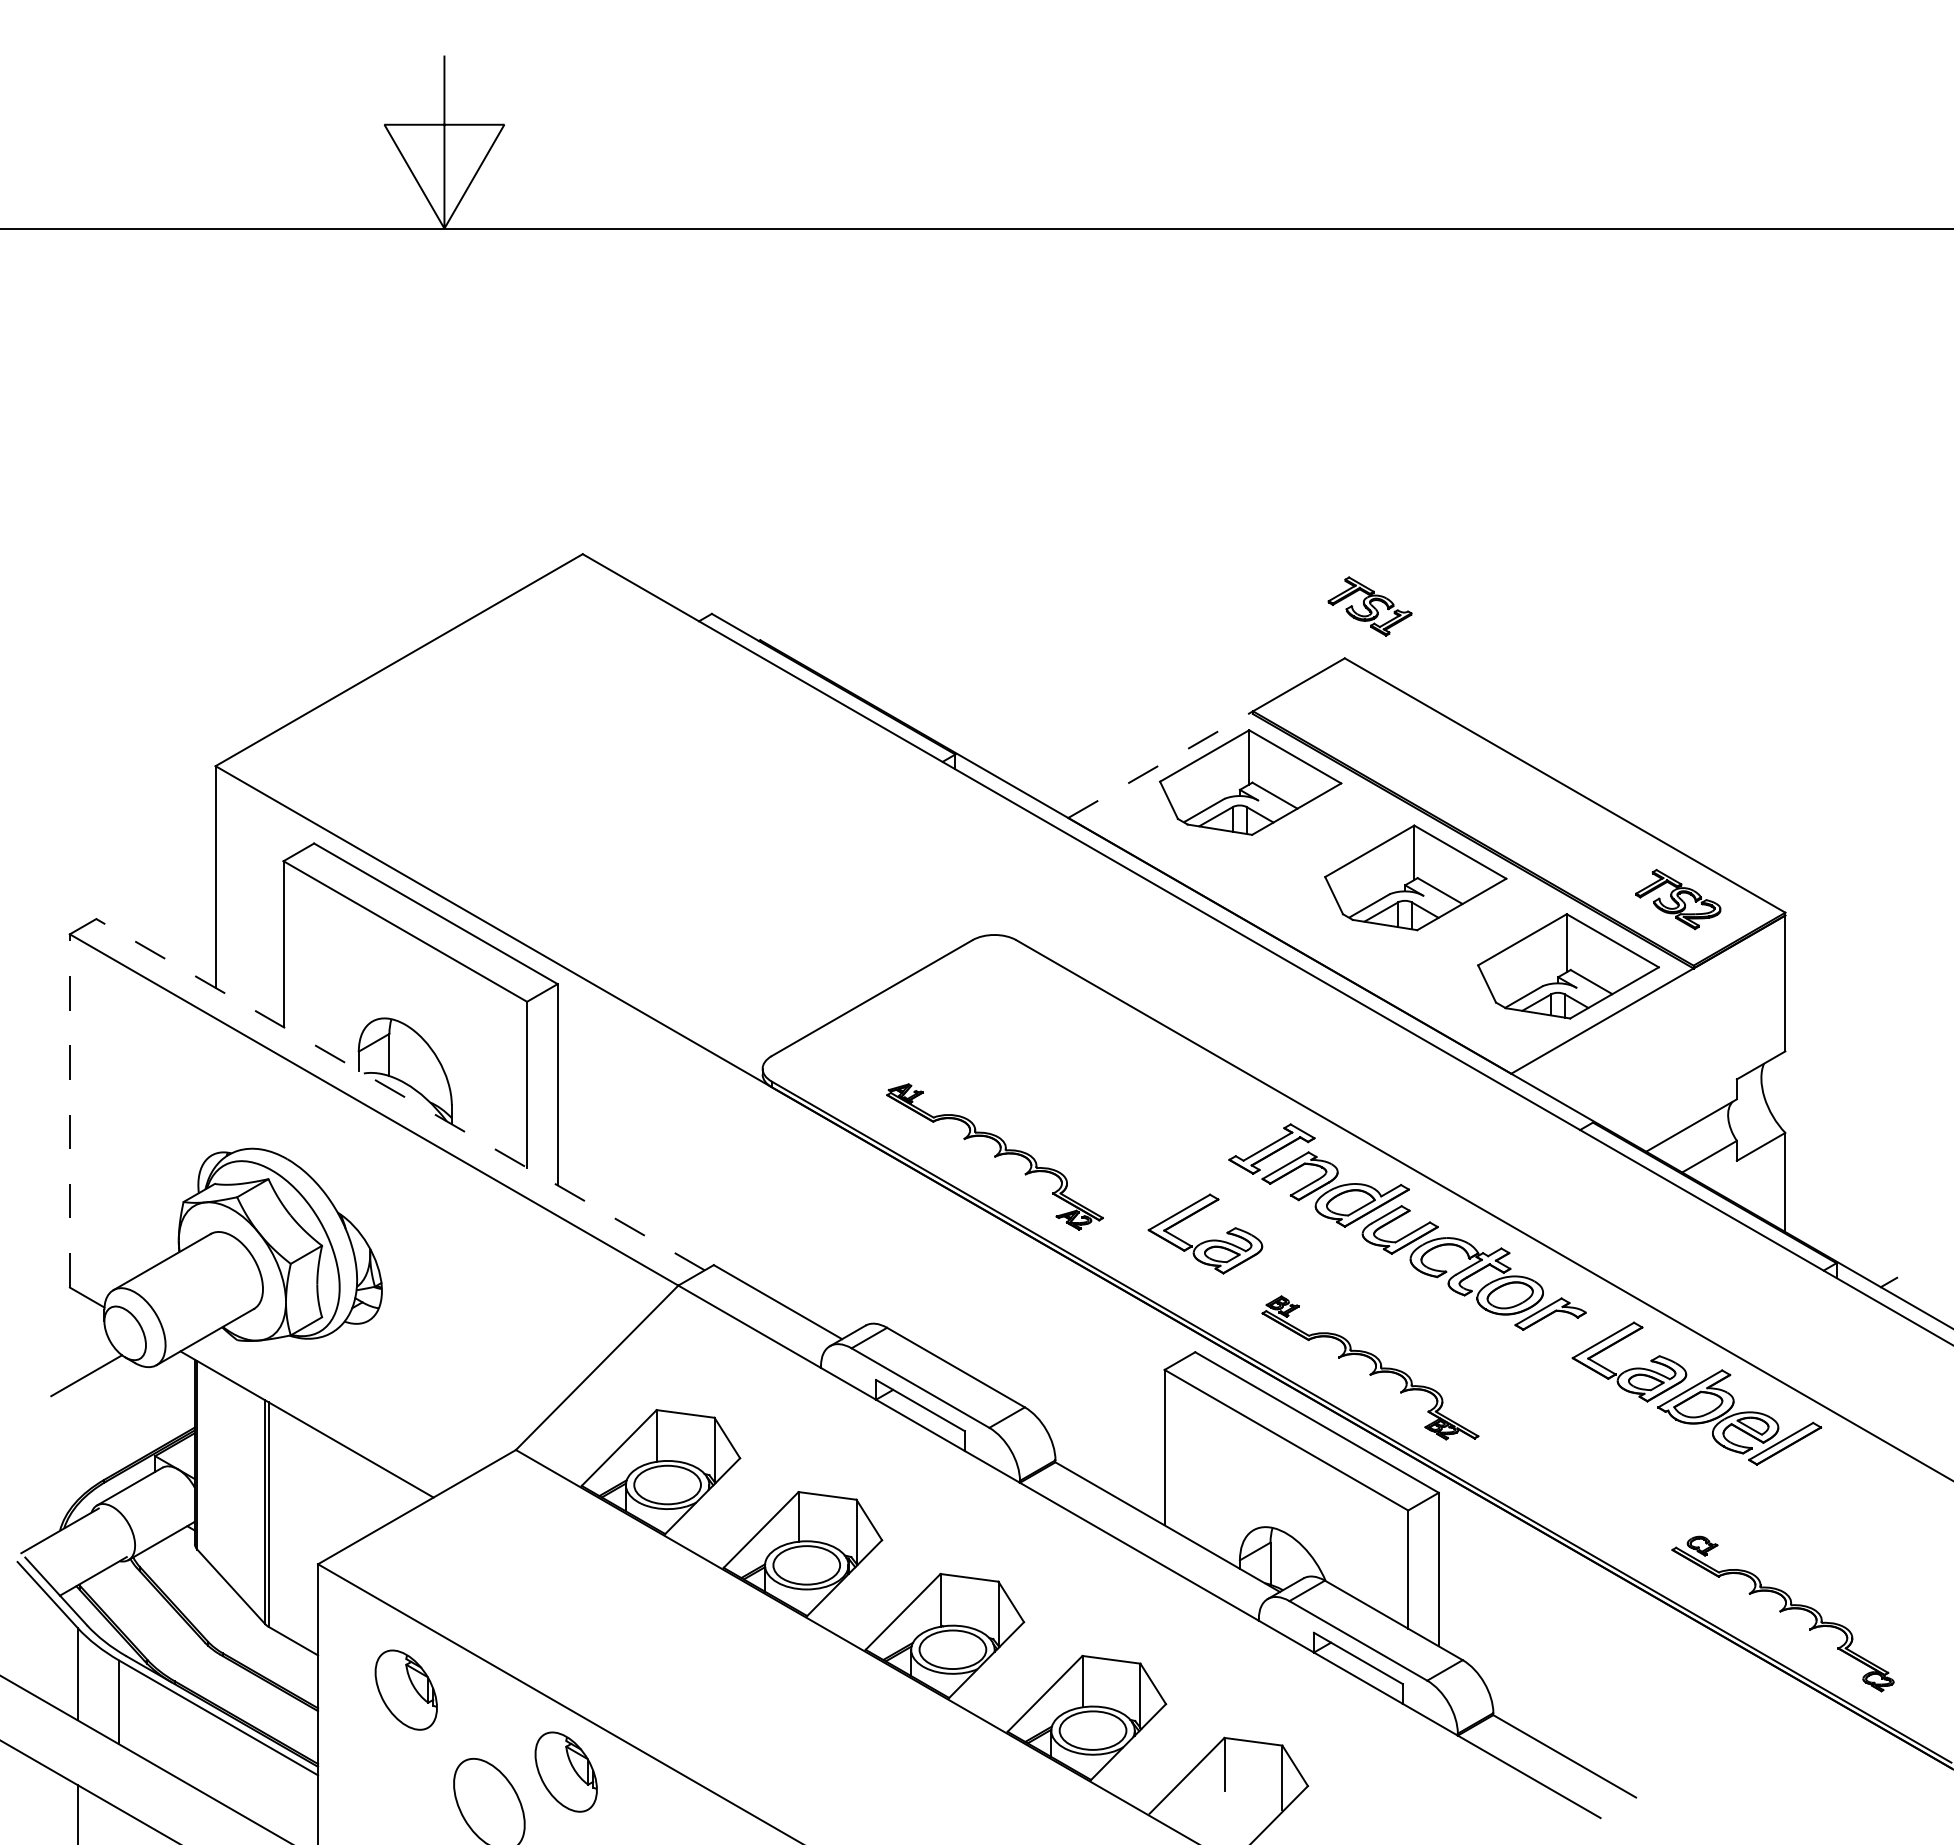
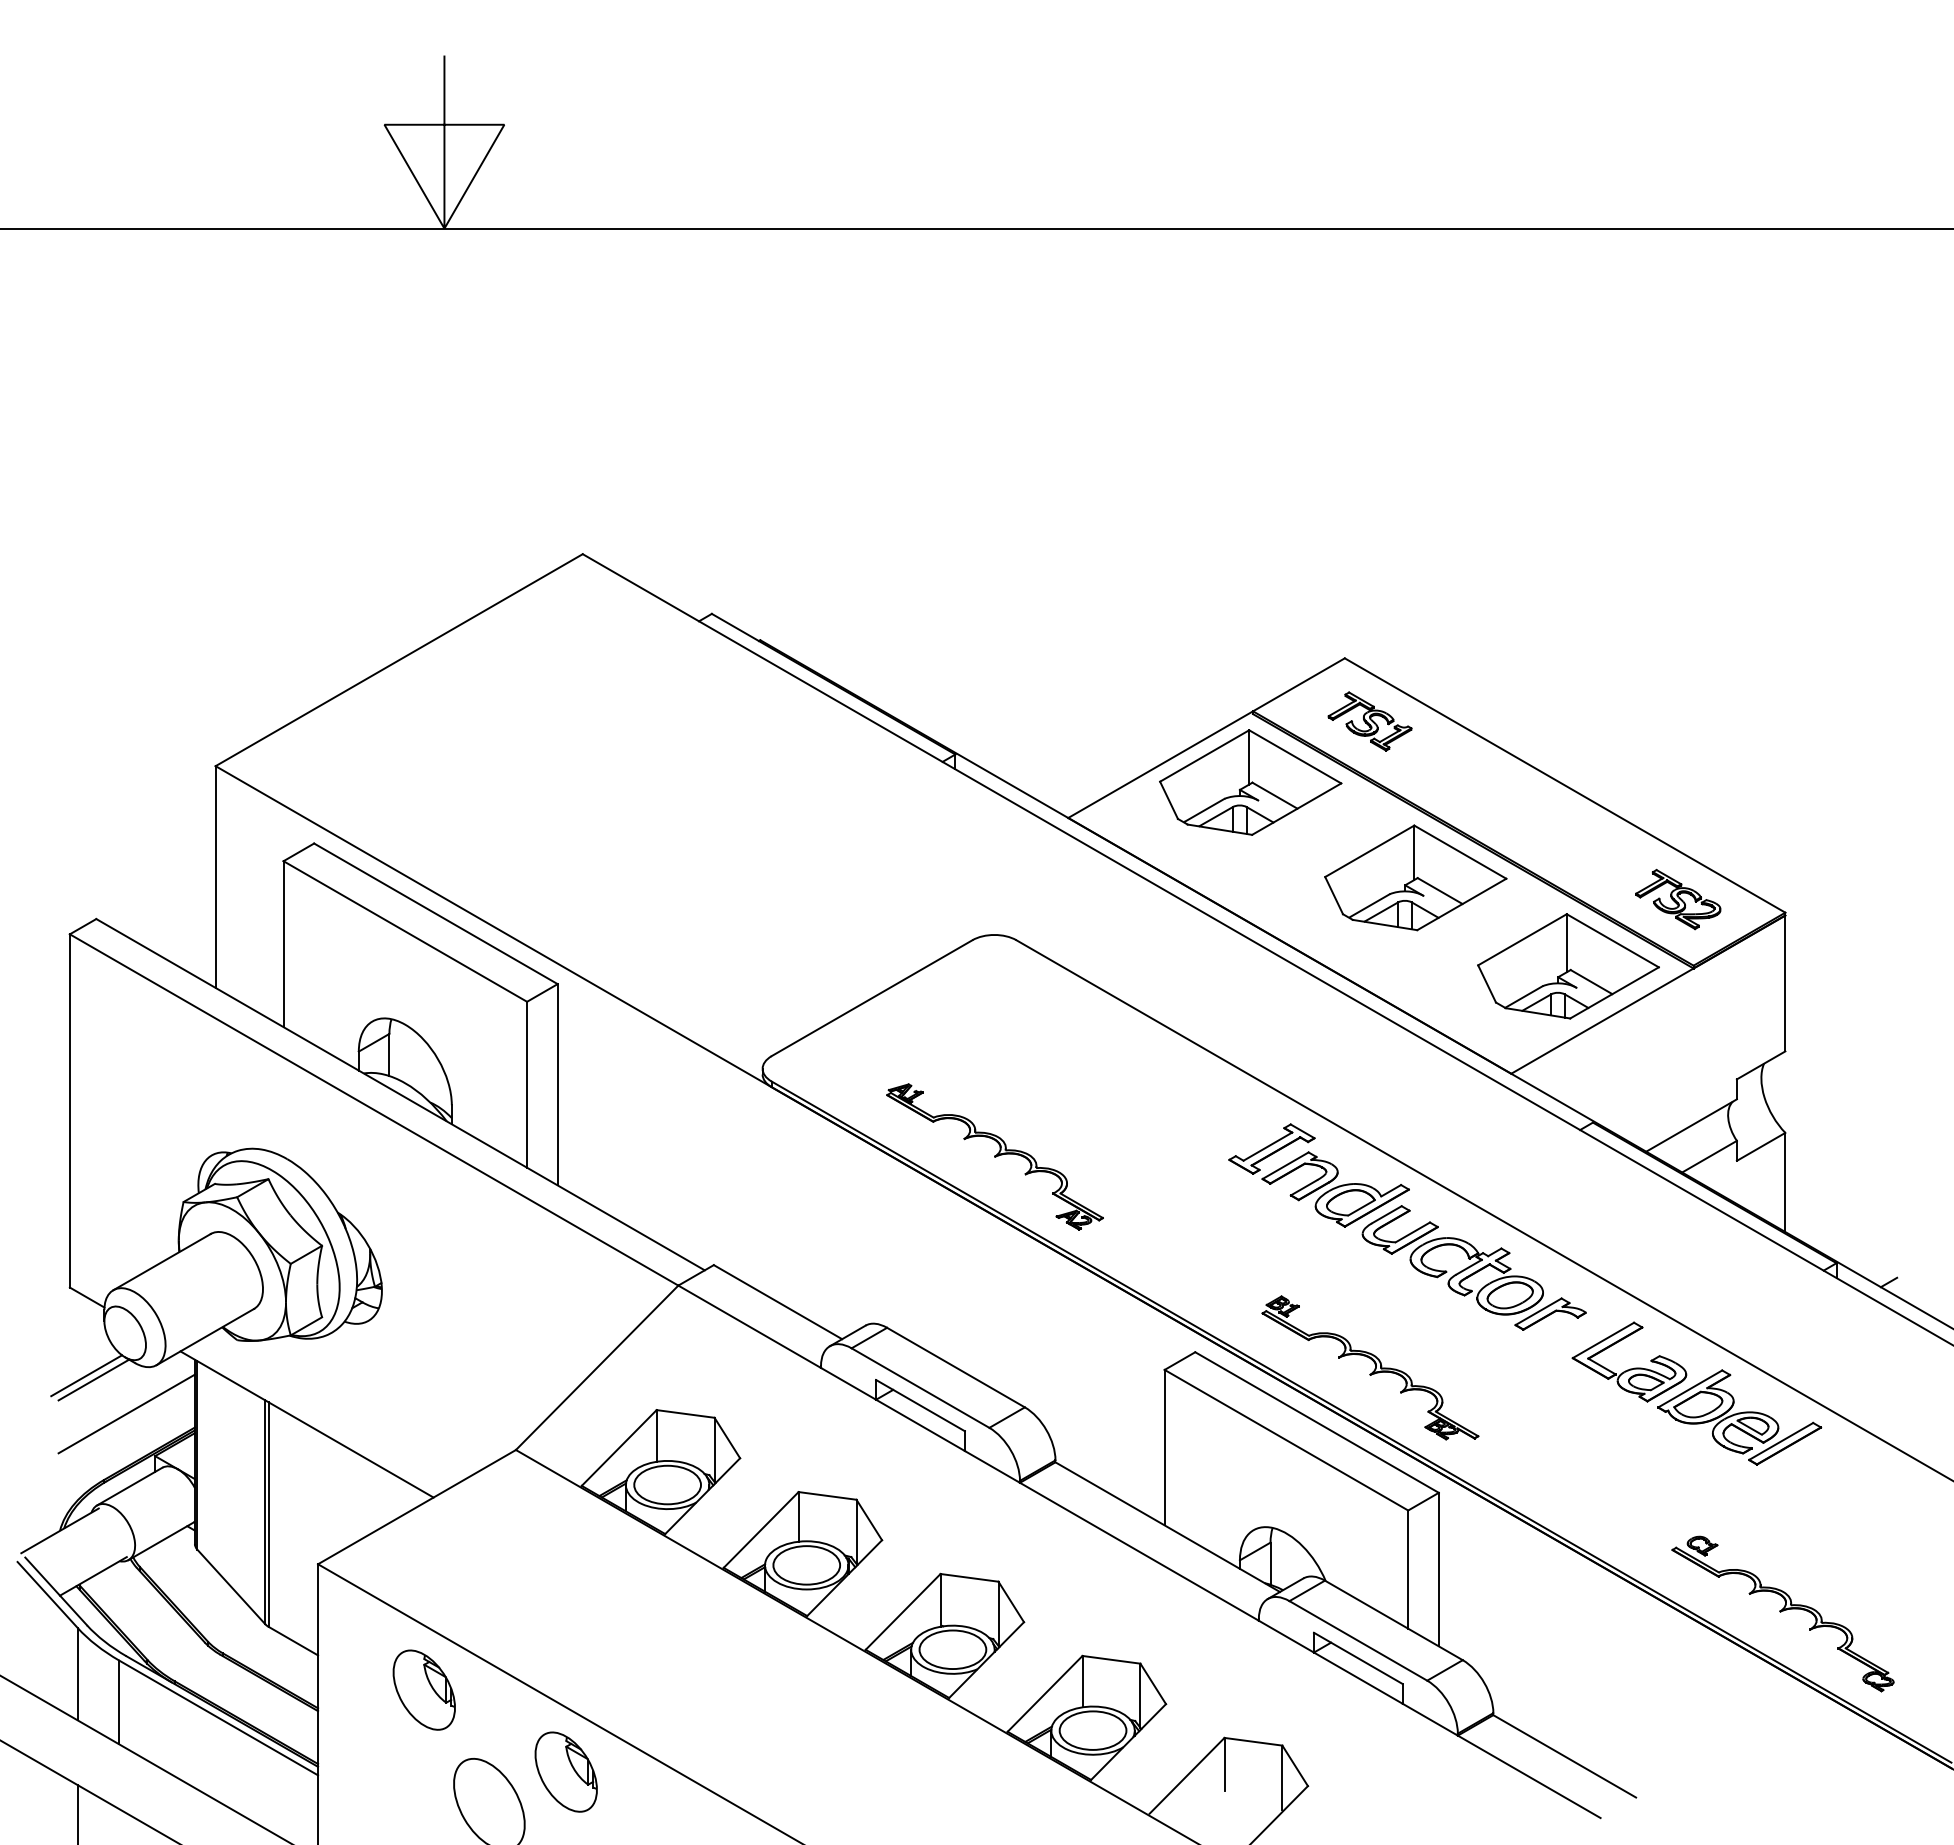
part at (1369, 606) position: (1369, 606) -> (1369, 721)
line at (1160, 764): dashed -> solid
line at (400, 1094): dashed -> solid
line at (69, 1110): dashed -> solid
part at (1206, 1240): present -> none
line at (93, 1379): none -> present
line at (126, 1413): none -> present
part at (405, 1689) position: (405, 1689) -> (423, 1689)
